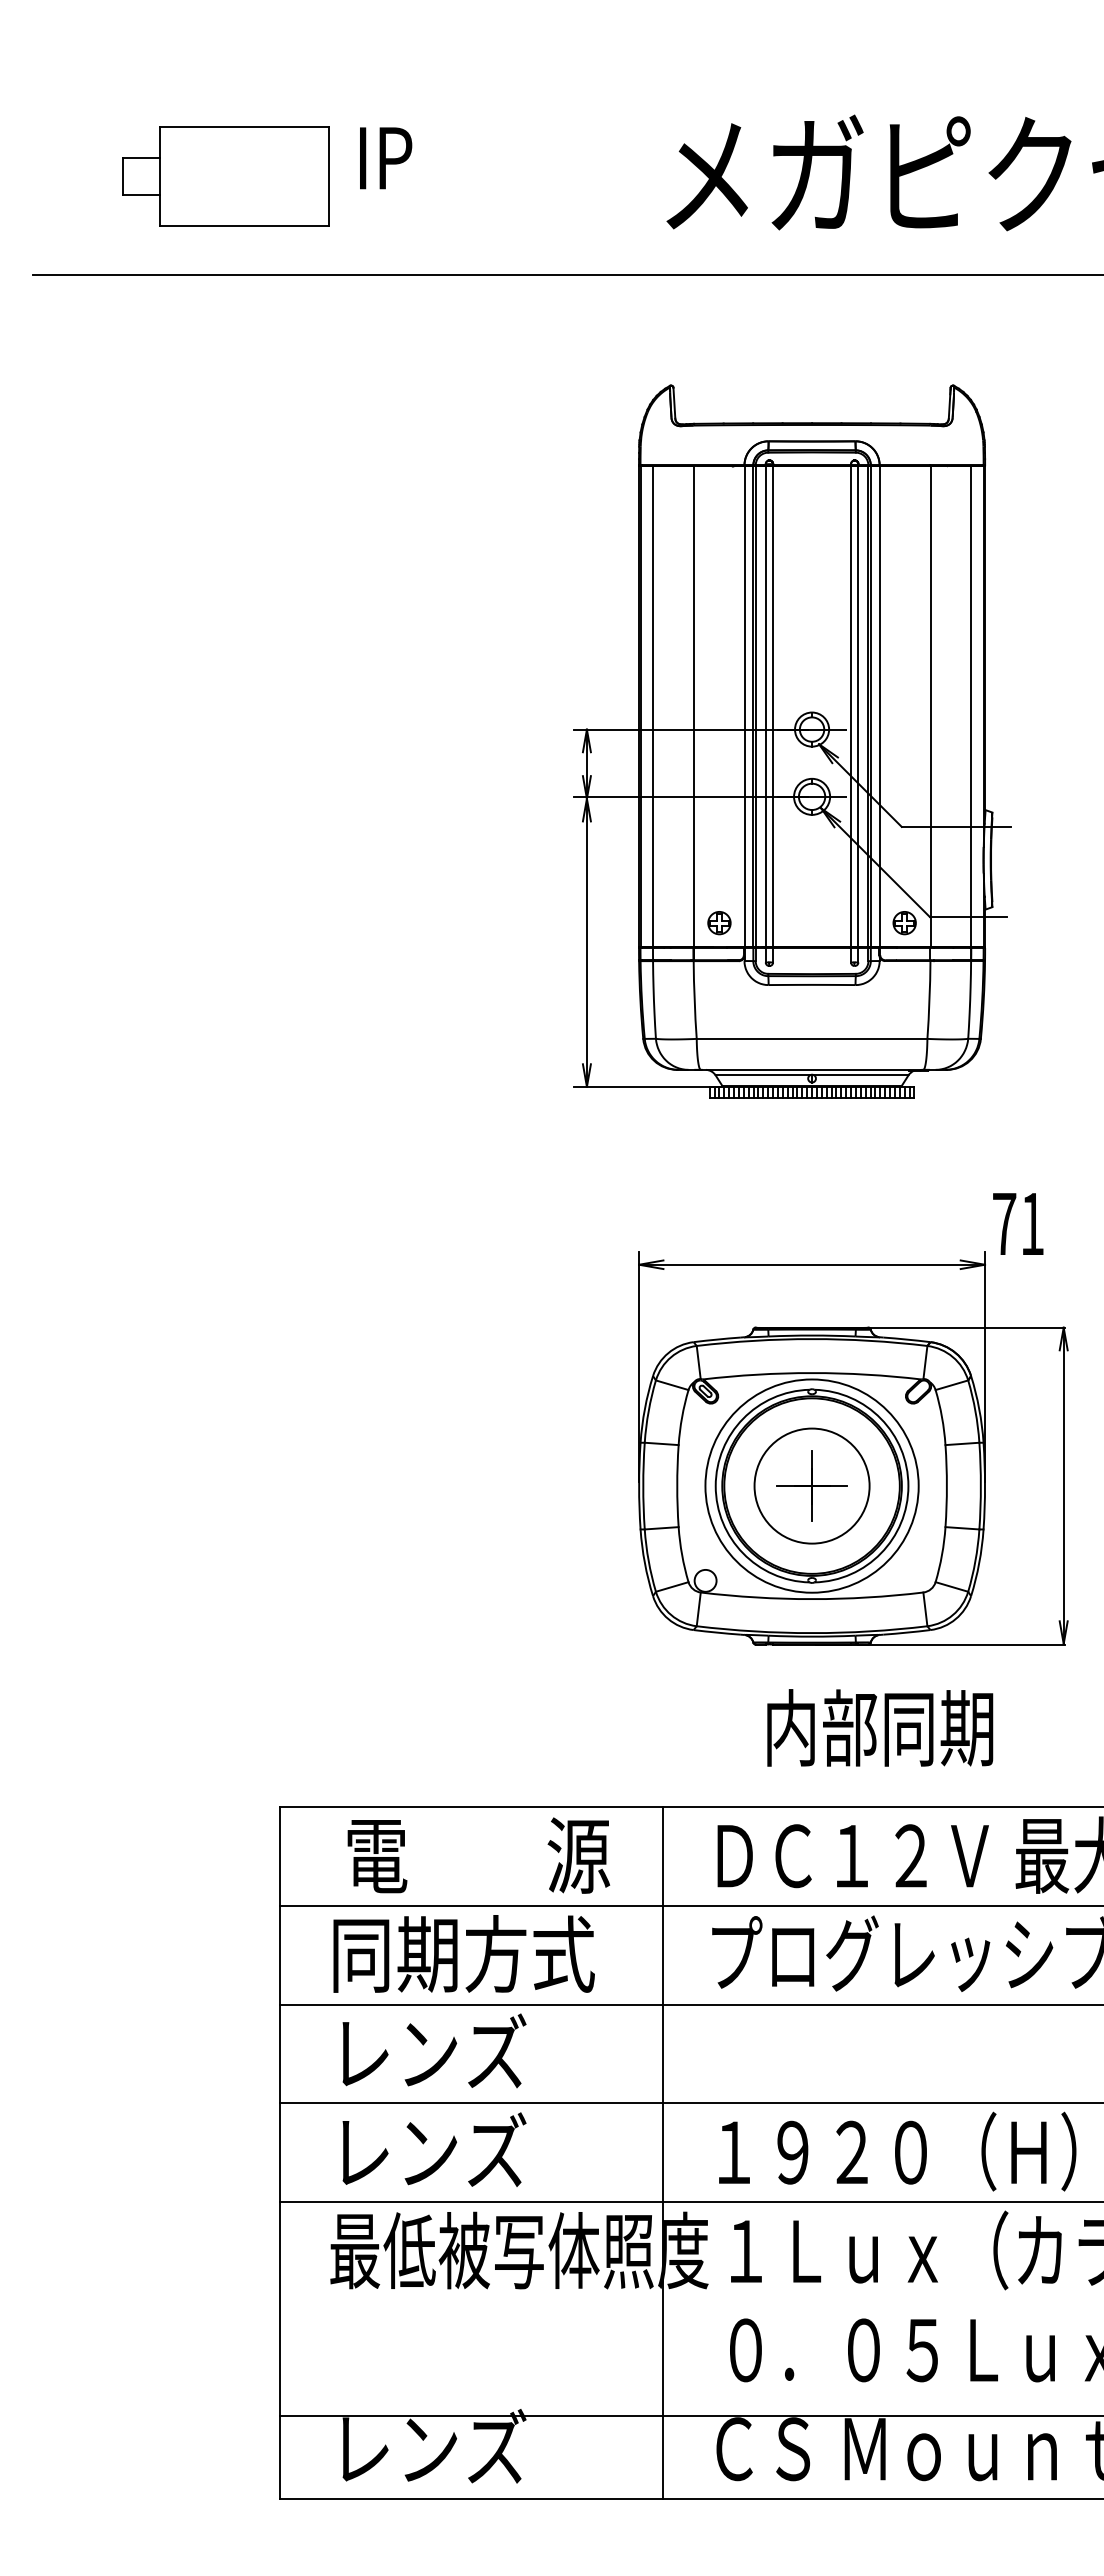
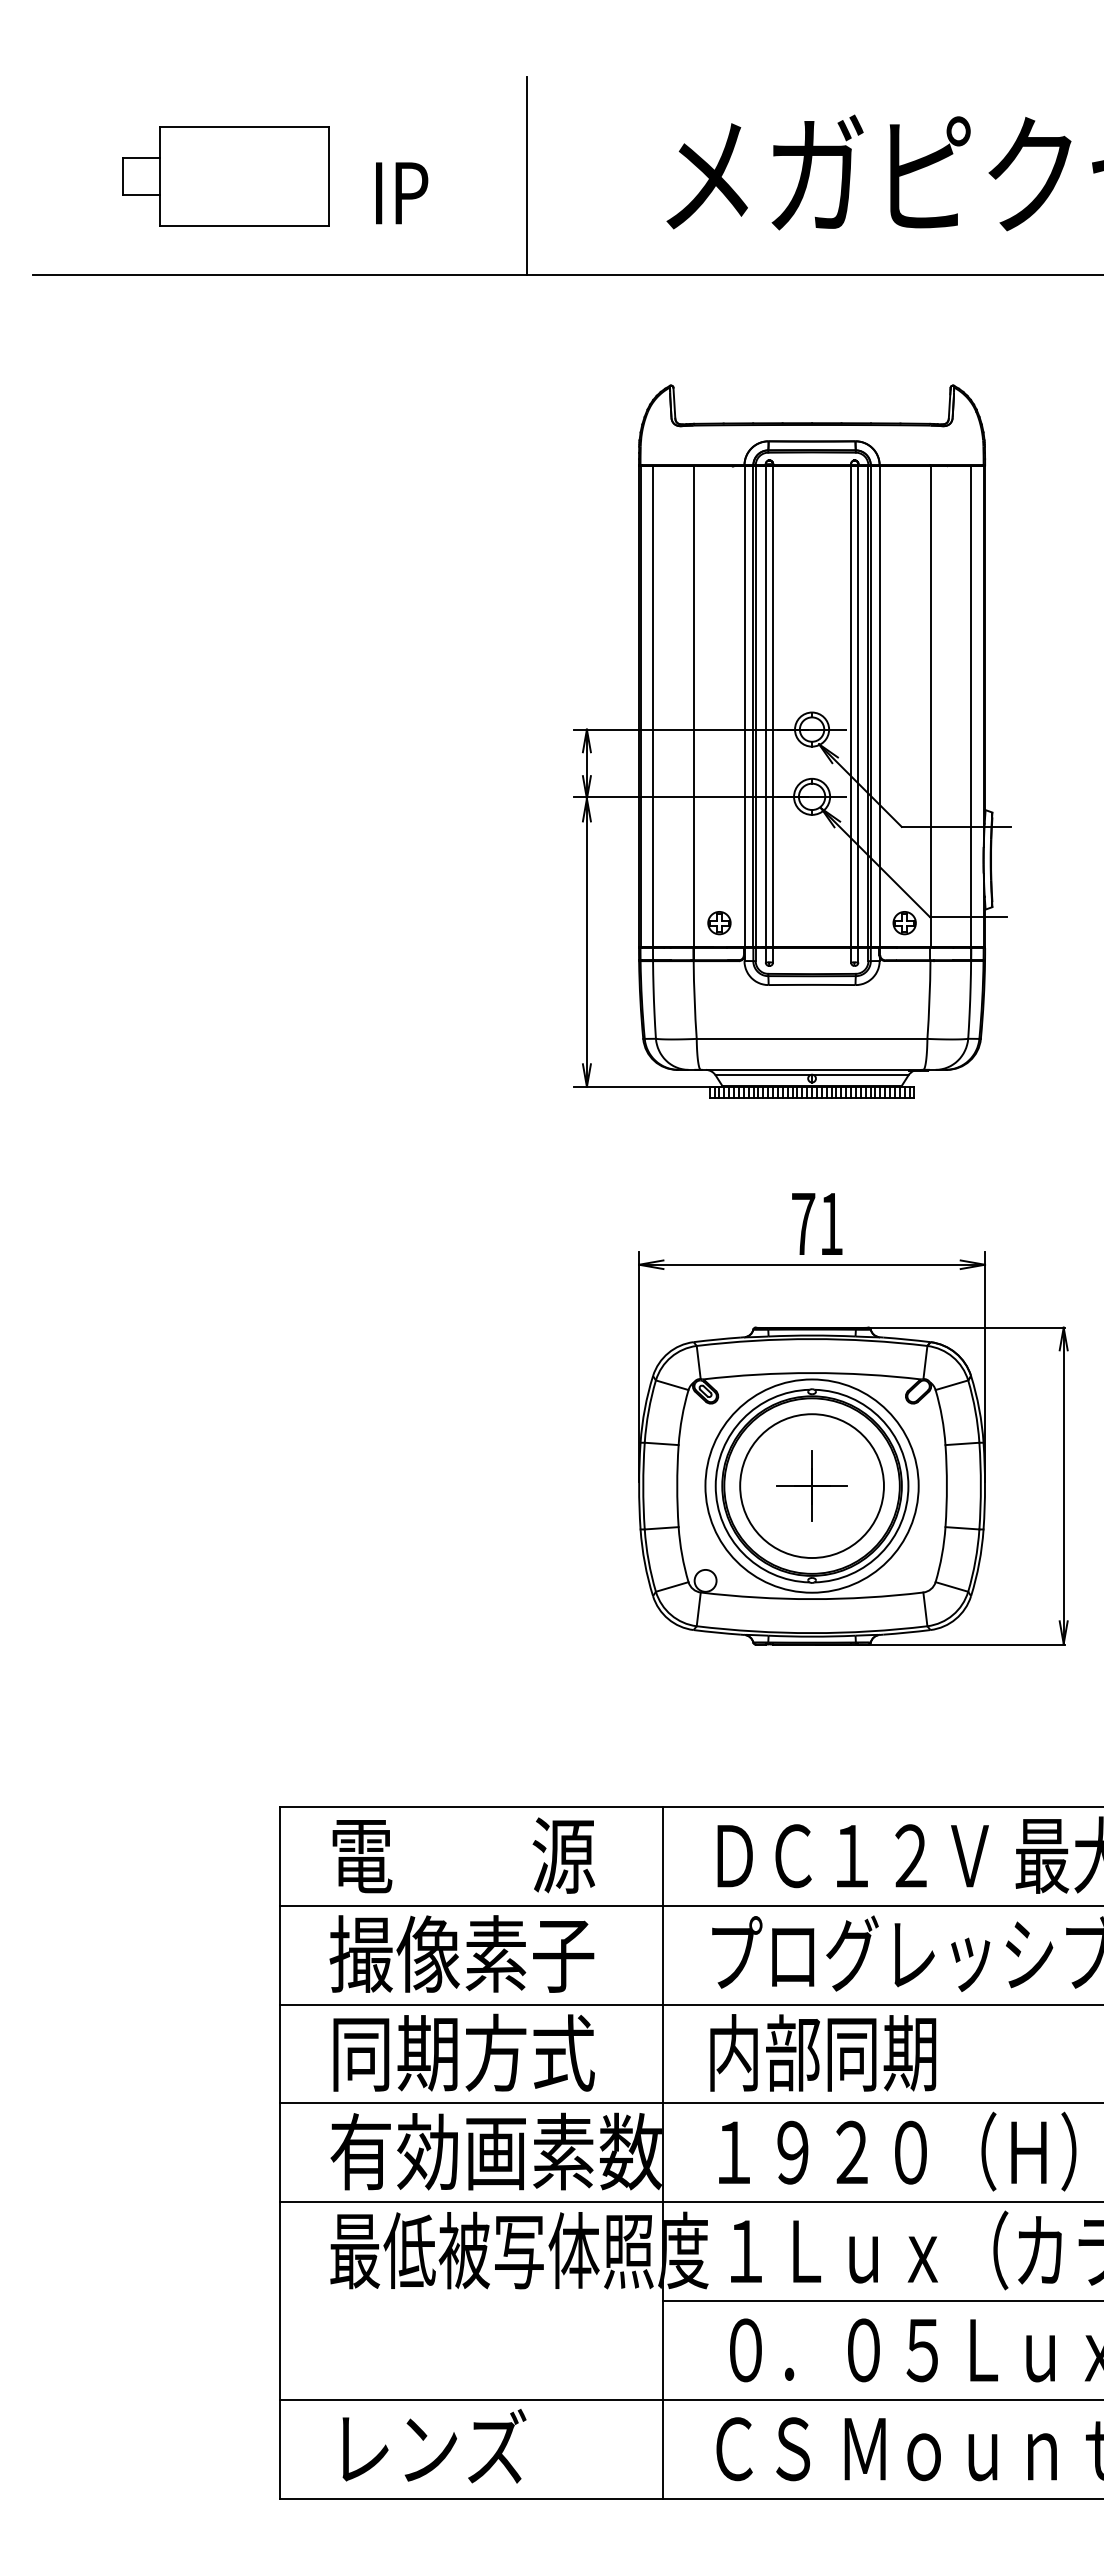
text at (386, 158) position: (386, 158) -> (402, 193)
line at (527, 175): none -> present
text at (1018, 1223) position: (1018, 1223) -> (817, 1223)
circle at (811, 1485) diameter: 115 px -> 144 px
text at (880, 1727) position: (880, 1727) -> (823, 2052)
text at (478, 1855) position: (478, 1855) -> (463, 1855)
text at (461, 1953): 同期方式 -> 撮像素子
text at (463, 2052): レンズ -> 同期方式
text at (495, 2151): レンズ -> 有効画素数
line at (881, 2301): none -> present
line at (690, 2415) position: (690, 2415) -> (690, 2399)
